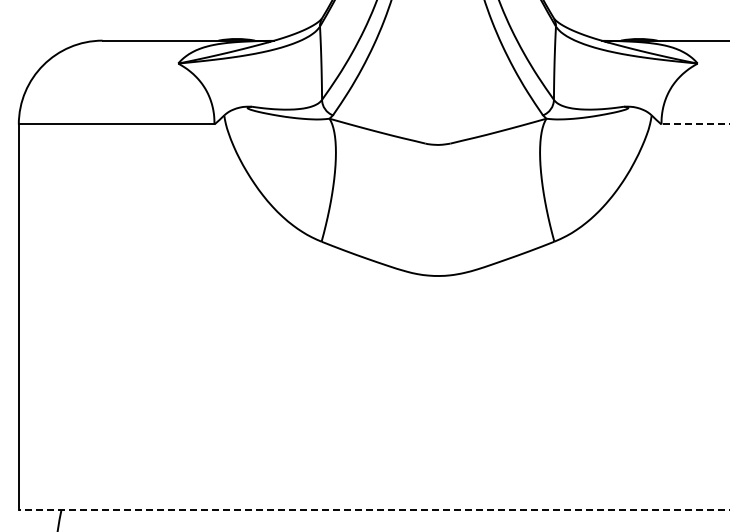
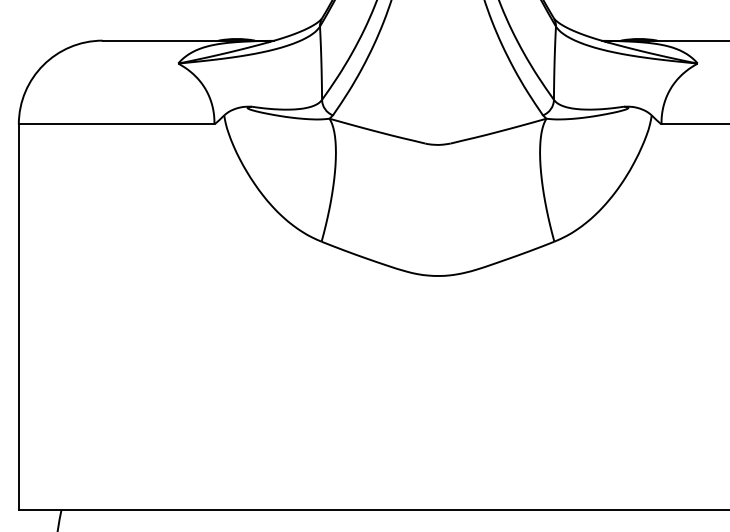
line at (695, 124): dashed -> solid
line at (373, 510): dashed -> solid
